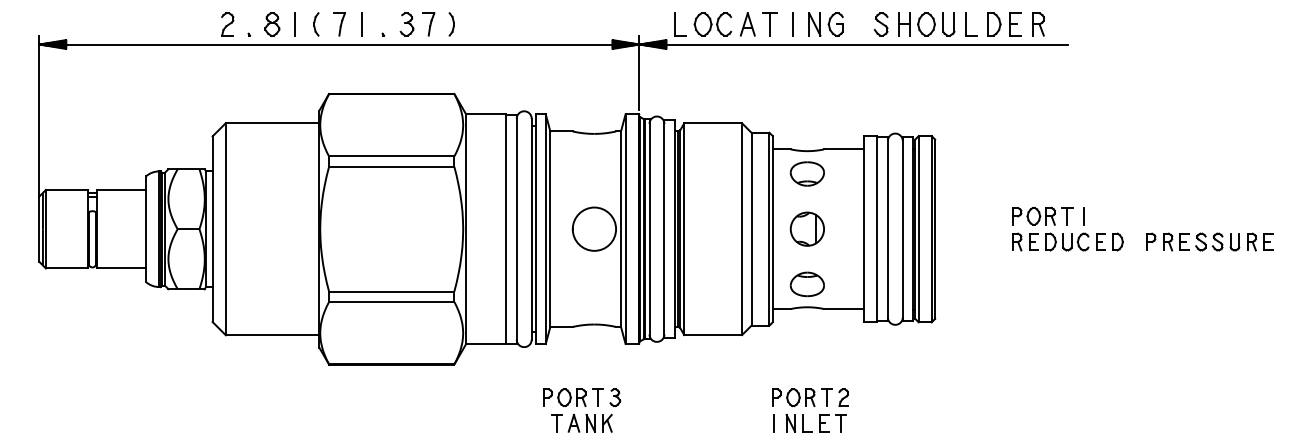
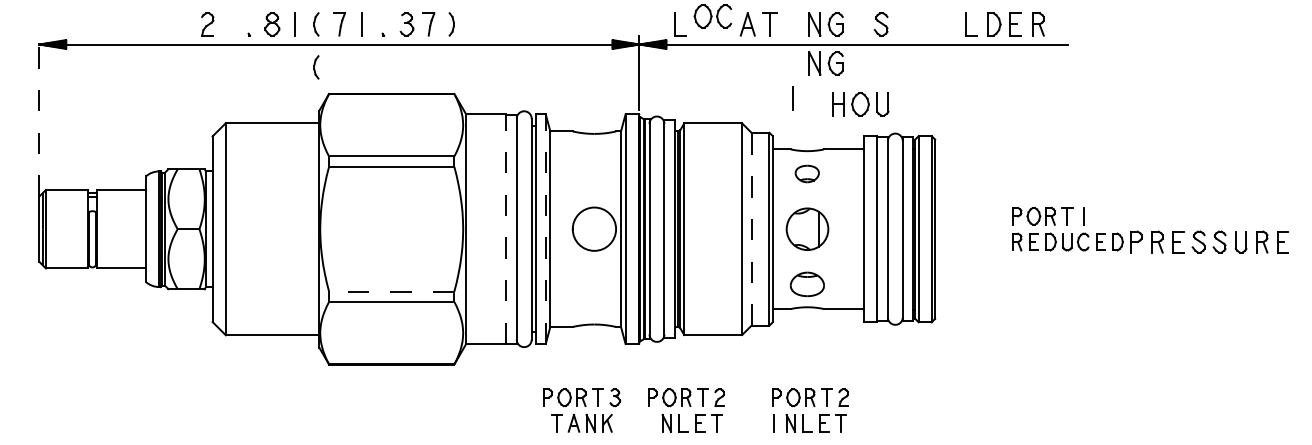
part at (227, 24) position: (227, 24) -> (207, 24)
part at (712, 24) position: (712, 24) -> (712, 16)
line at (792, 24) position: (792, 24) -> (792, 98)
part at (926, 24) position: (926, 24) -> (860, 104)
part at (825, 63): none -> present
part at (316, 67): none -> present
line at (39, 115): solid -> dashed
part at (806, 173) size: 36x26 px -> 26x20 px
line at (751, 228): solid -> dashed
part at (806, 228) size: 36x36 px -> 45x44 px
line at (506, 229): solid -> dashed
line at (545, 229): solid -> dashed
part at (1209, 241) size: 128x20 px -> 159x24 px
line at (391, 291): solid -> dashed
part at (686, 410): none -> present
